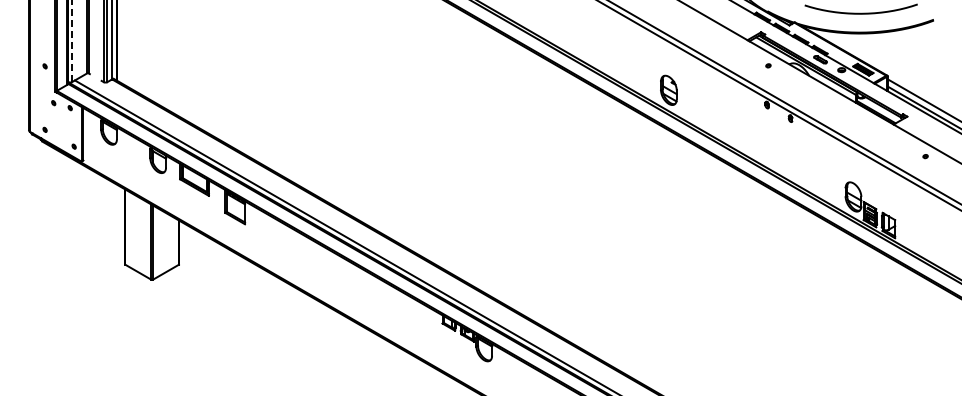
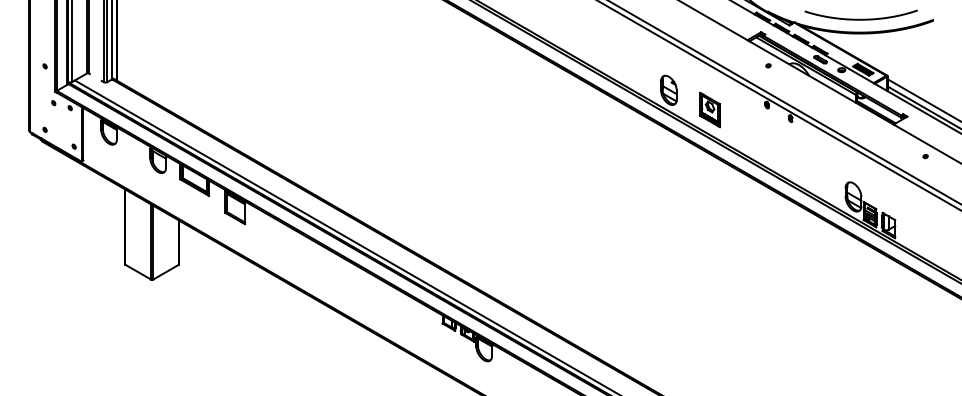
curve at (860, 12) position: (860, 12) -> (860, 18)
line at (72, 41): dashed -> solid
part at (709, 109): none -> present
